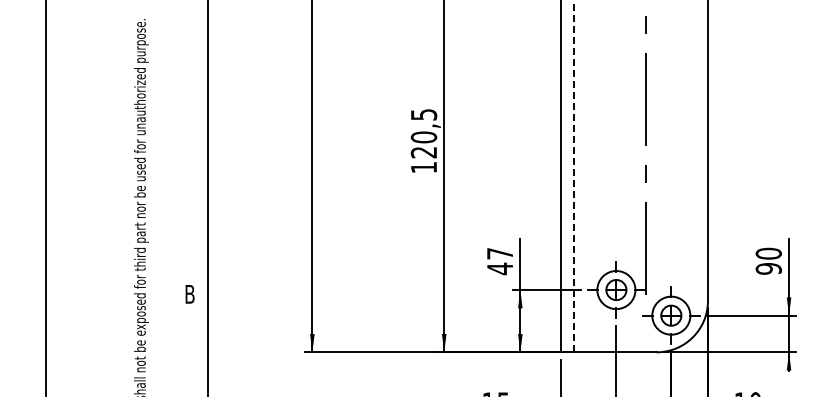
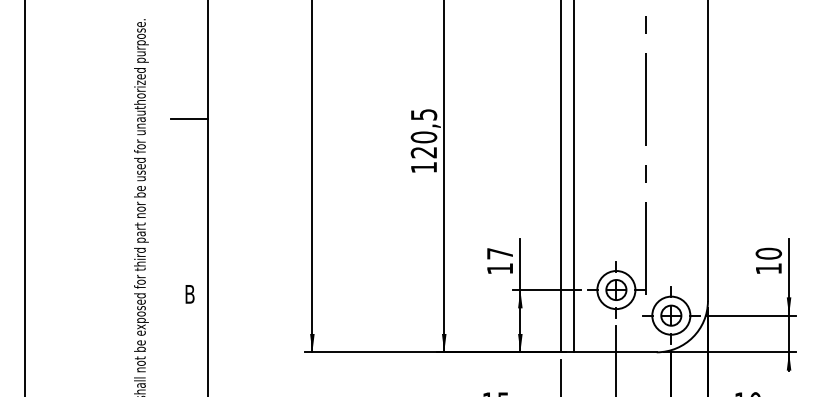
line at (189, 118): none -> present
line at (573, 176): dashed -> solid
line at (45, 197) position: (45, 197) -> (24, 197)
text at (499, 268): 47 -> 17
text at (768, 268): 90 -> 10
